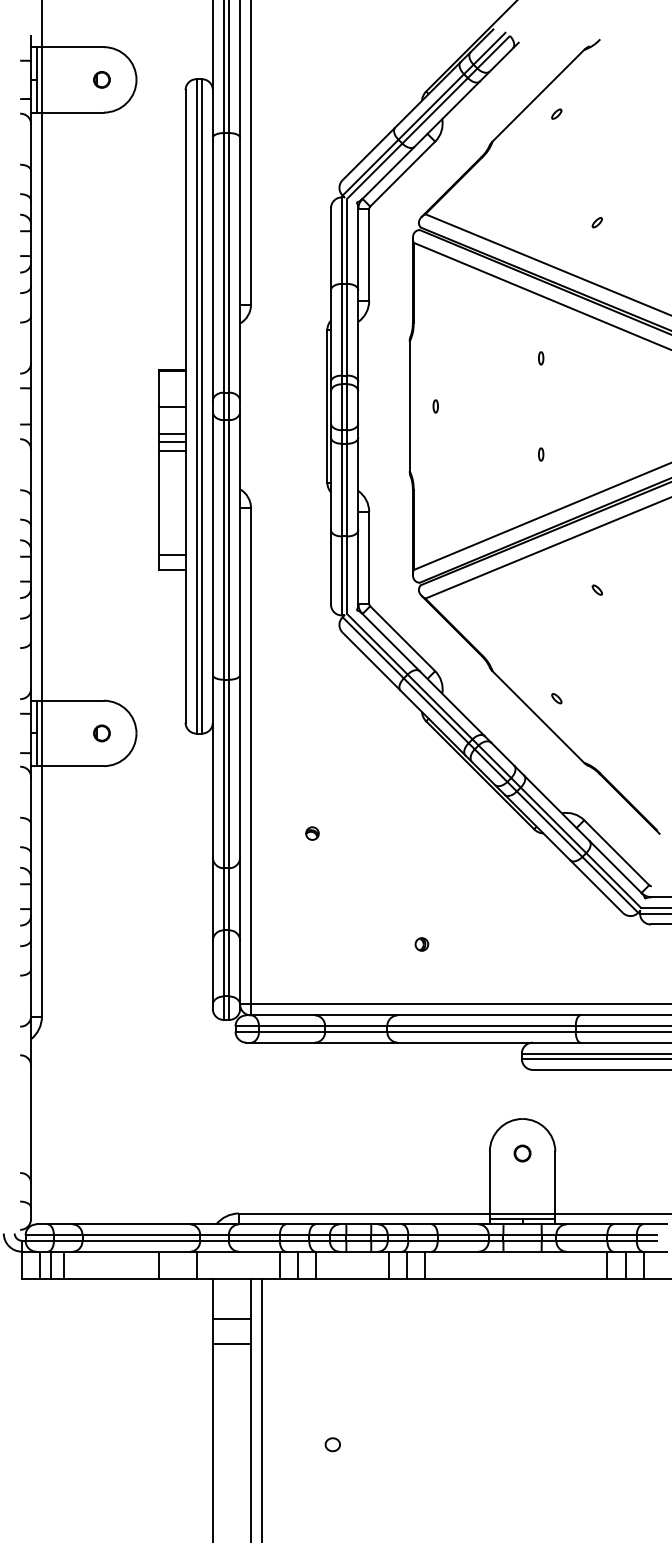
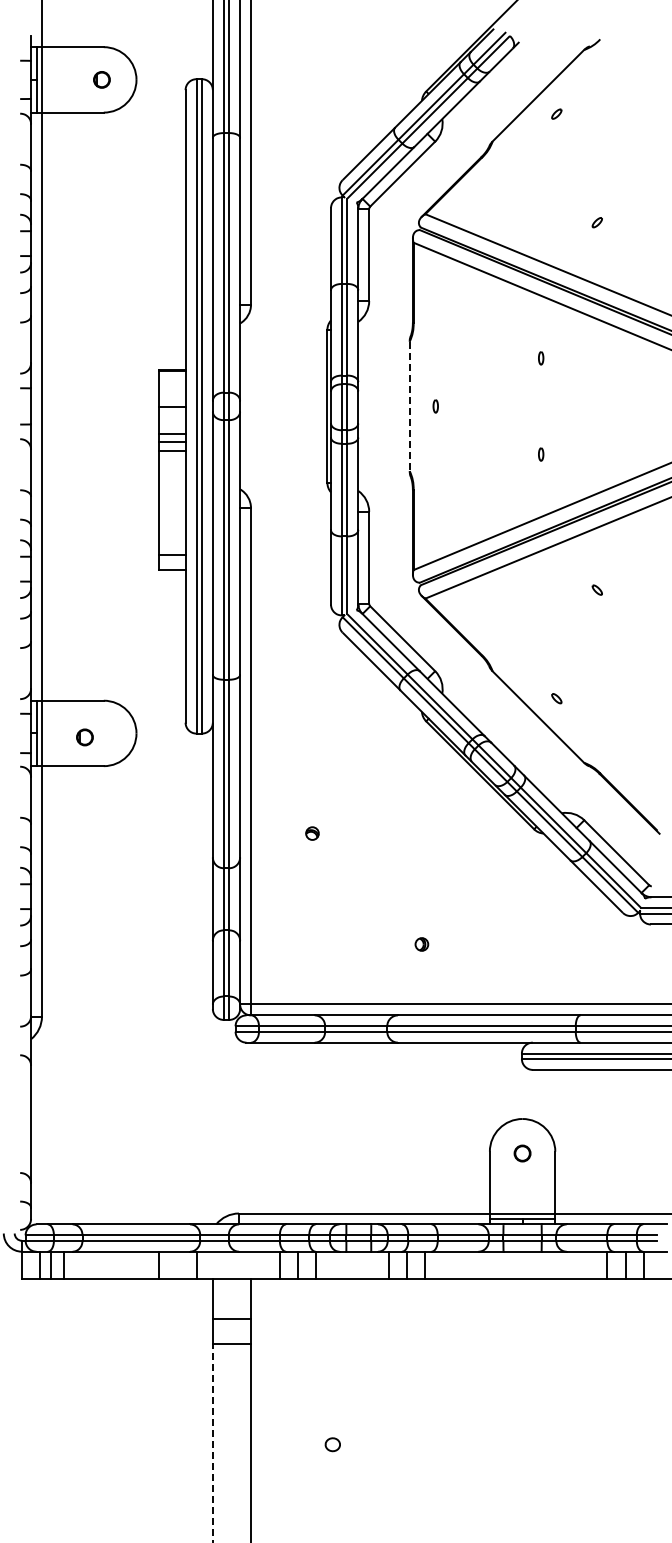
line at (409, 406): solid -> dashed
part at (101, 733) position: (101, 733) -> (84, 737)
line at (261, 1408): present -> none
line at (212, 1442): solid -> dashed
